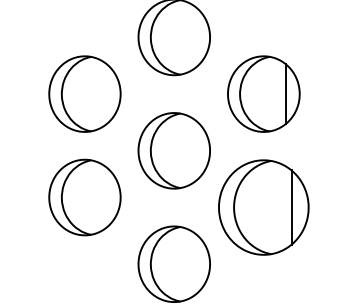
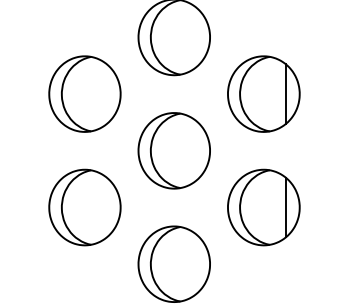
part at (84, 197) position: (84, 197) -> (84, 207)
part at (263, 207) size: 92x97 px -> 74x79 px
